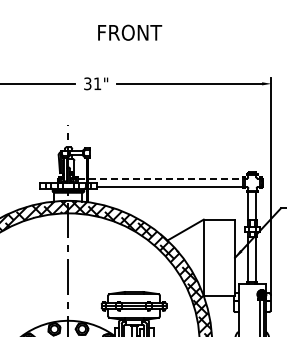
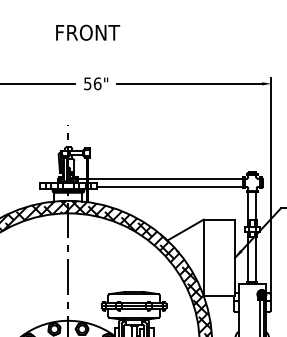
text at (130, 32) position: (130, 32) -> (88, 32)
text at (92, 83): 31" -> 56"
line at (160, 178): dashed -> solid
